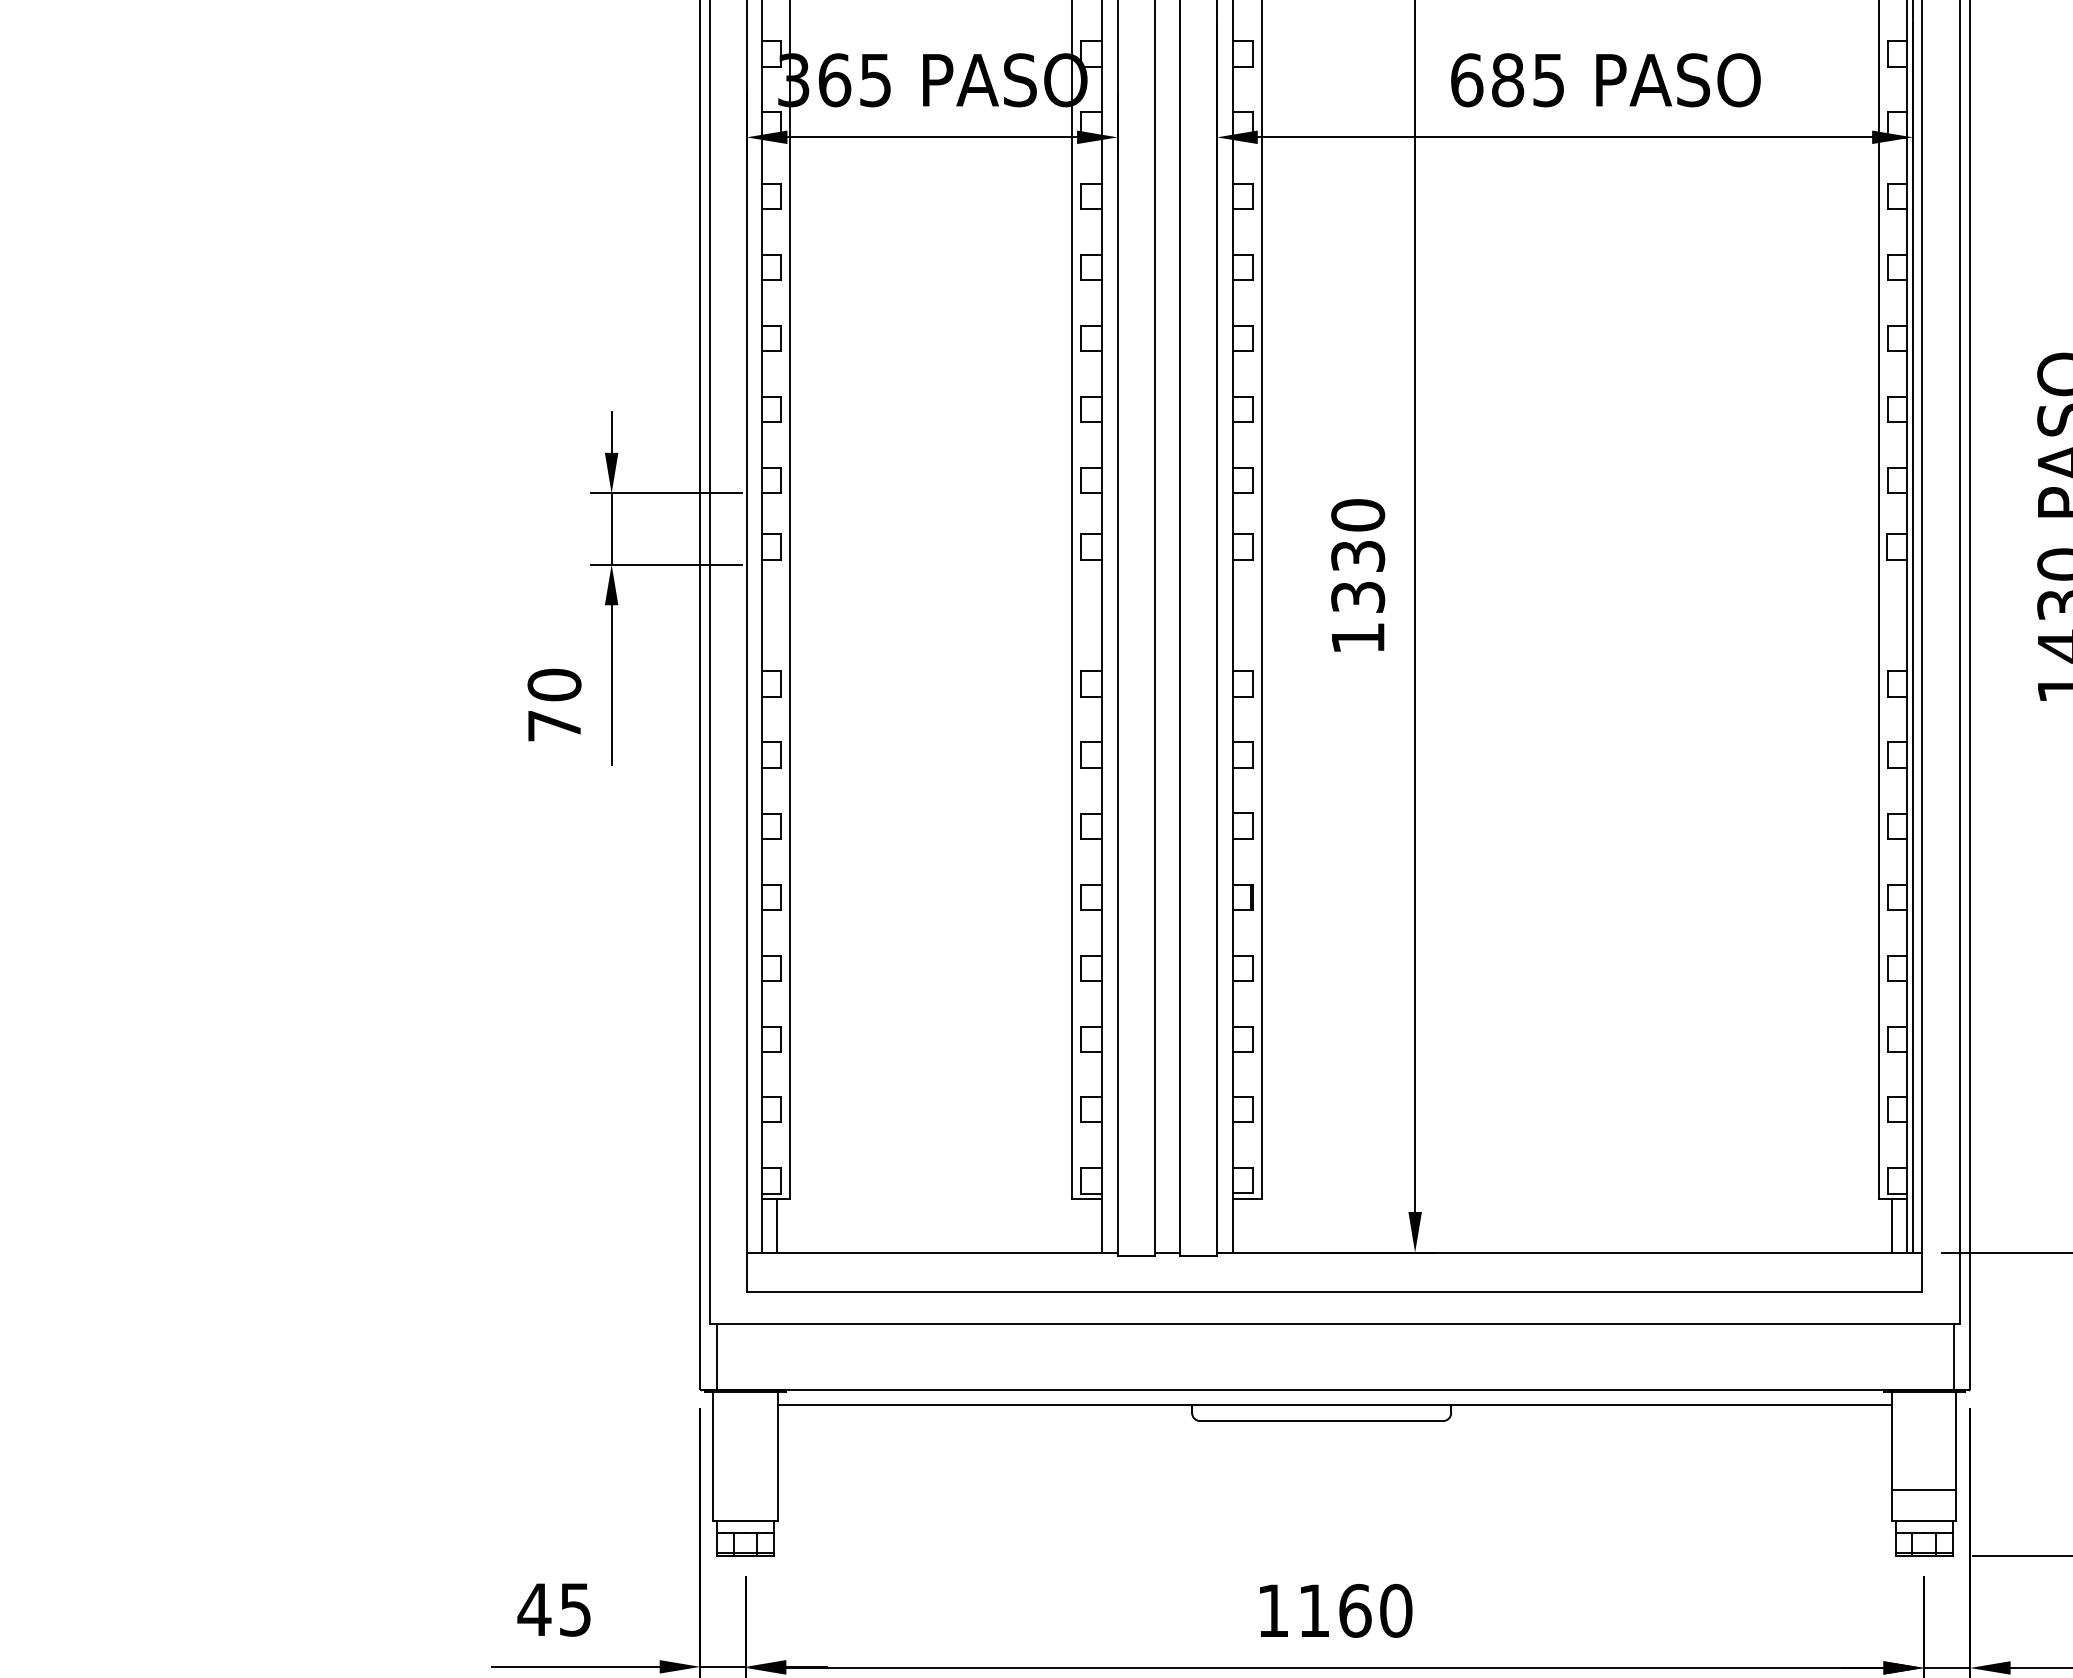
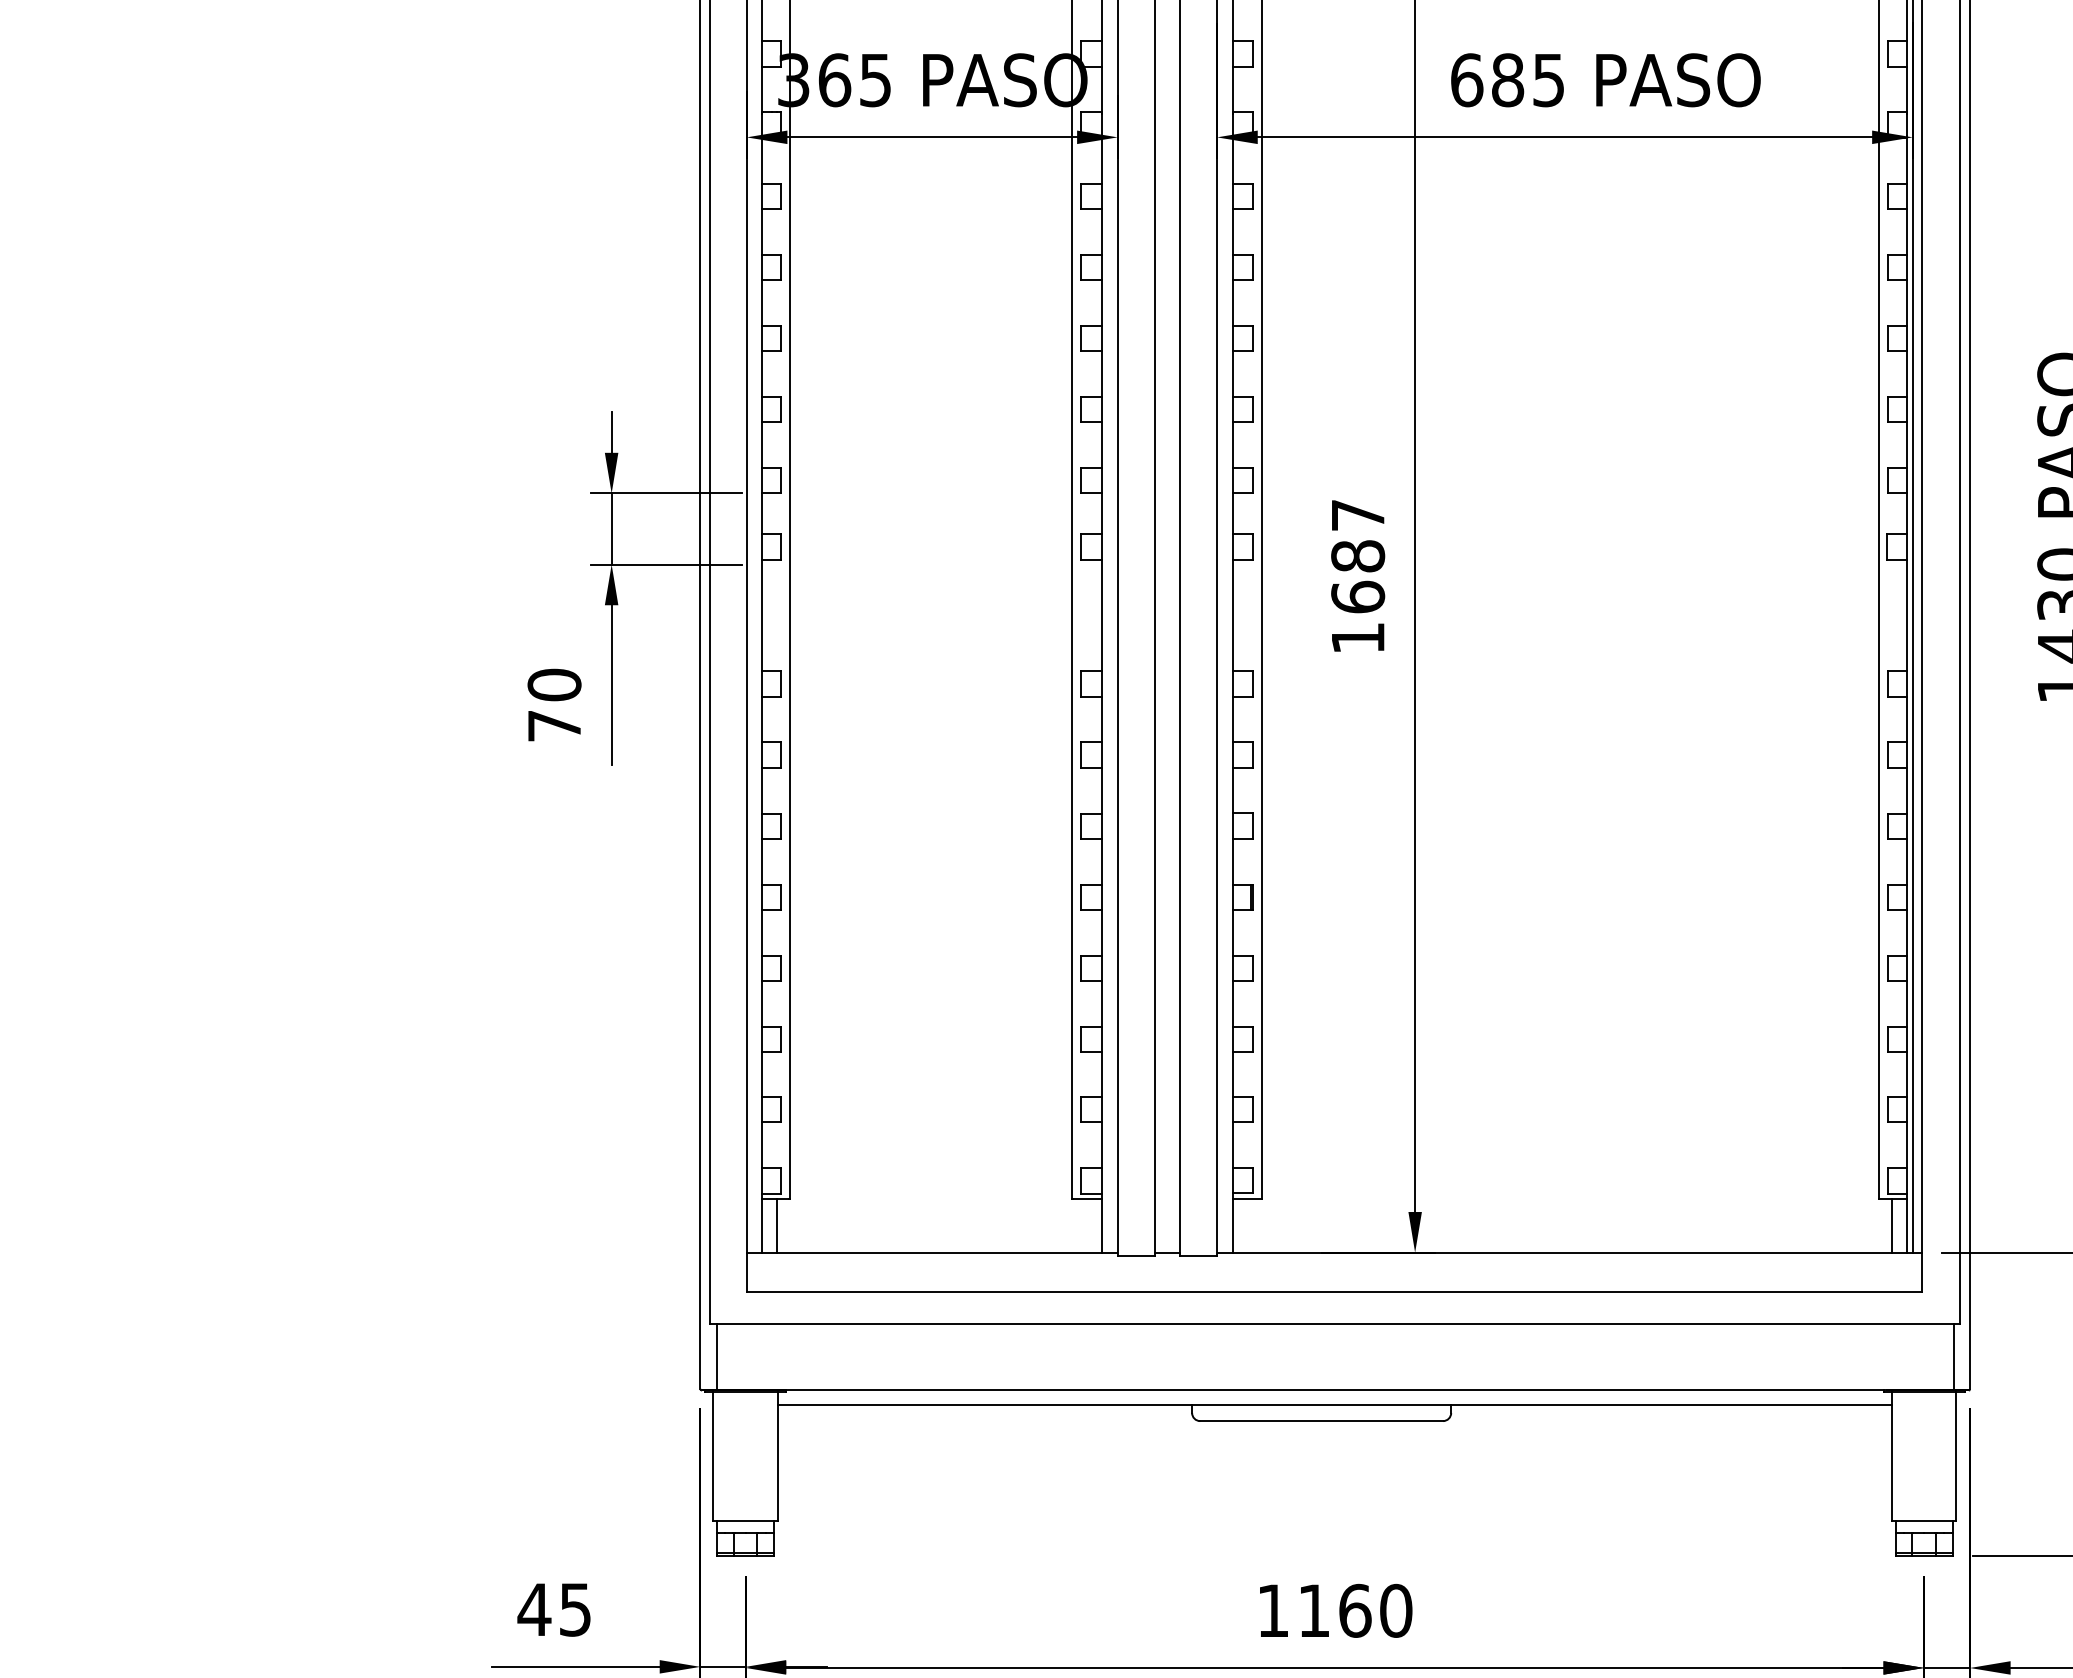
text at (1358, 556): 1330 -> 1687
line at (1923, 1490): present -> none
